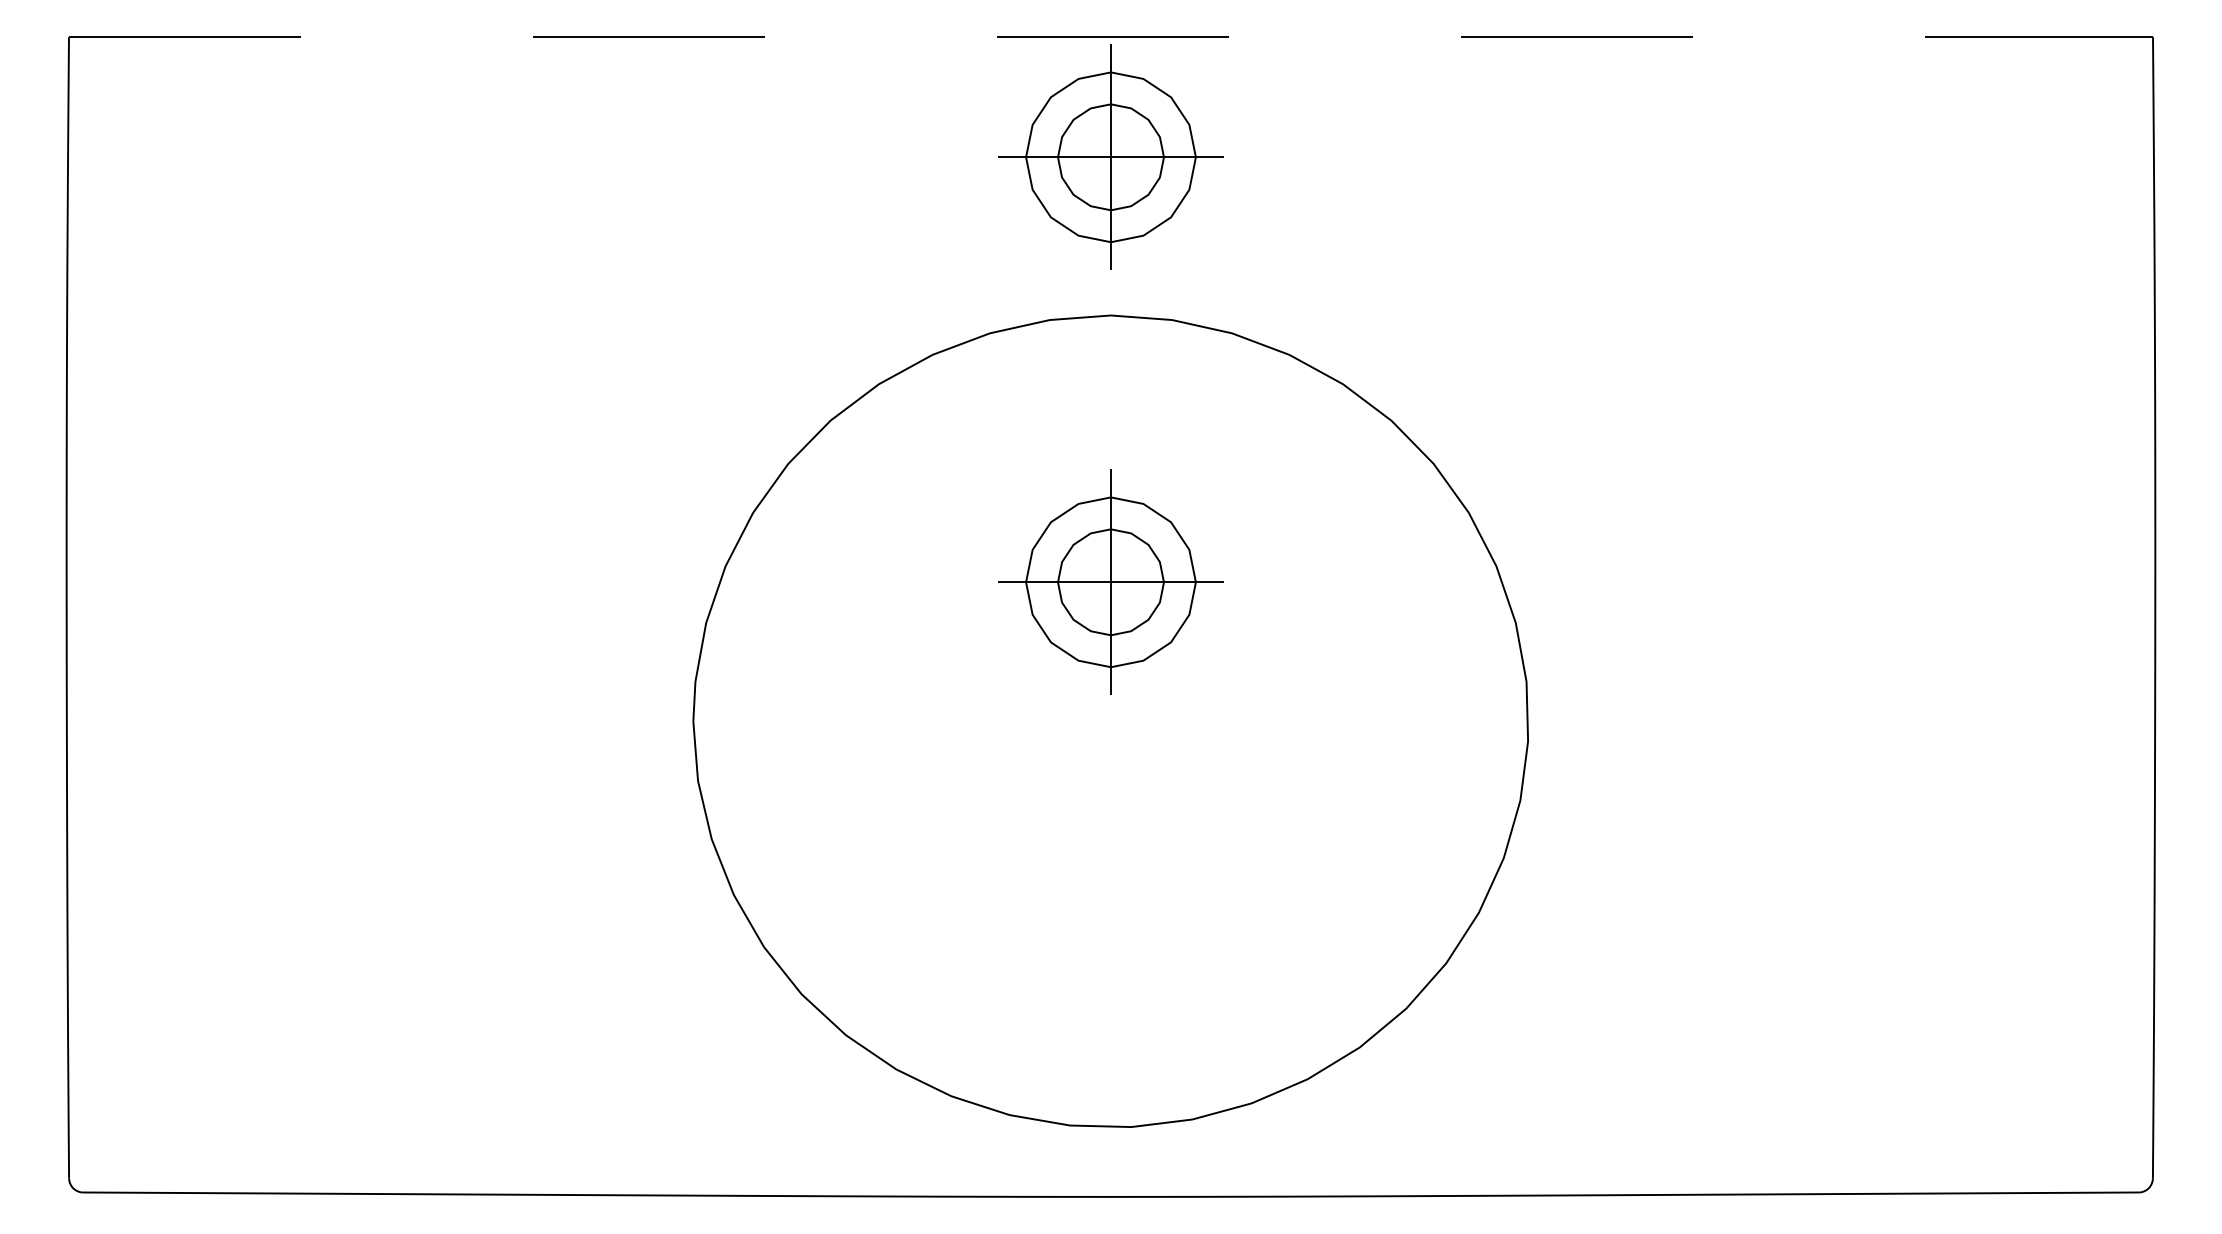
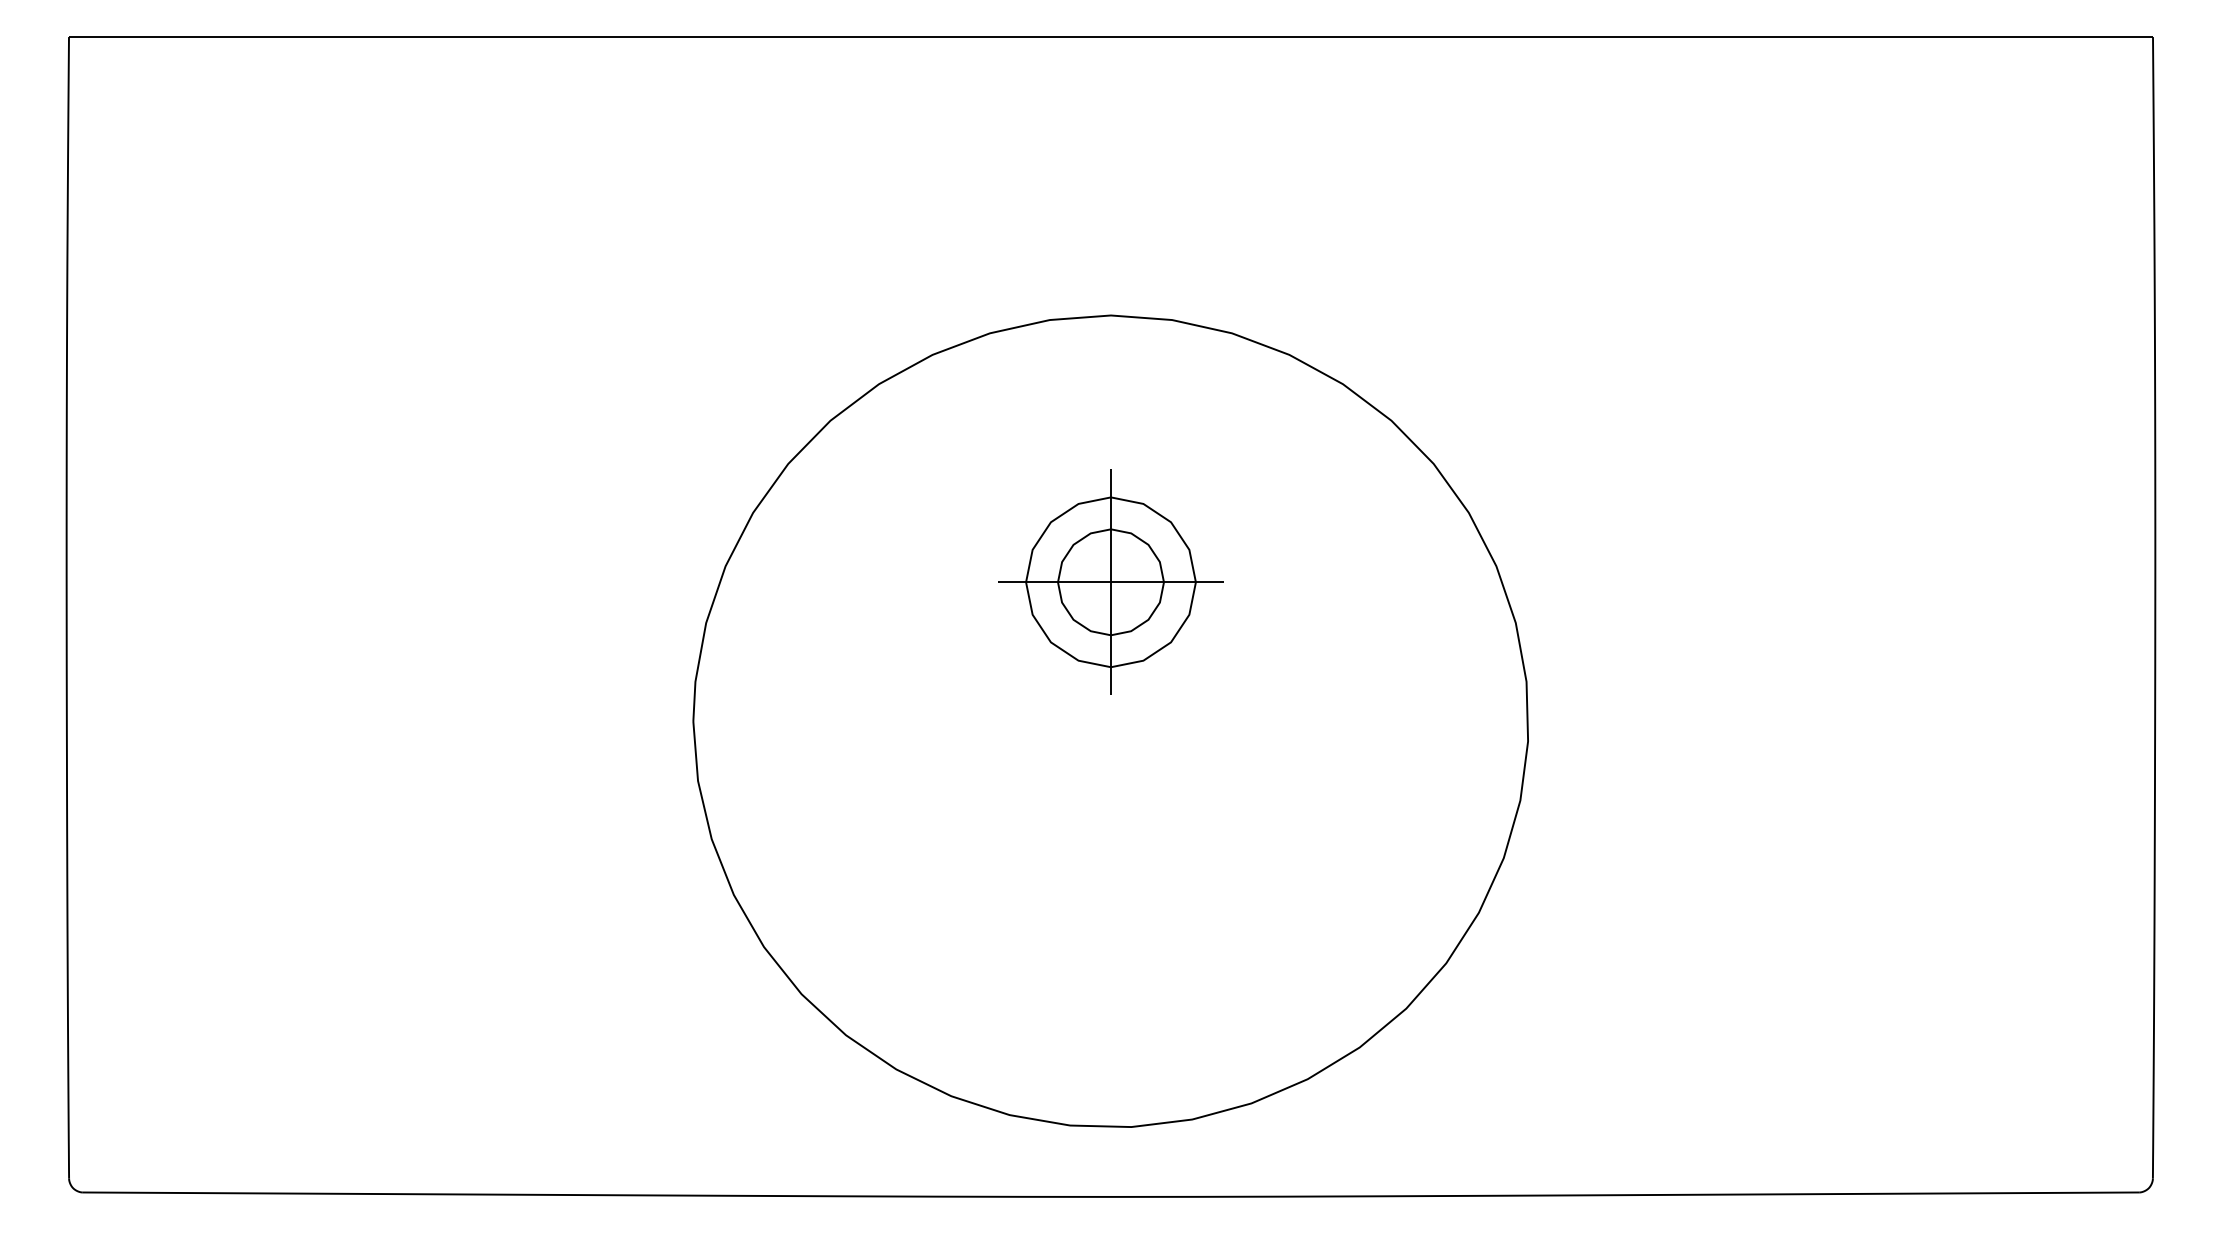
line at (1110, 37): dashed -> solid
part at (1110, 156): present -> none
